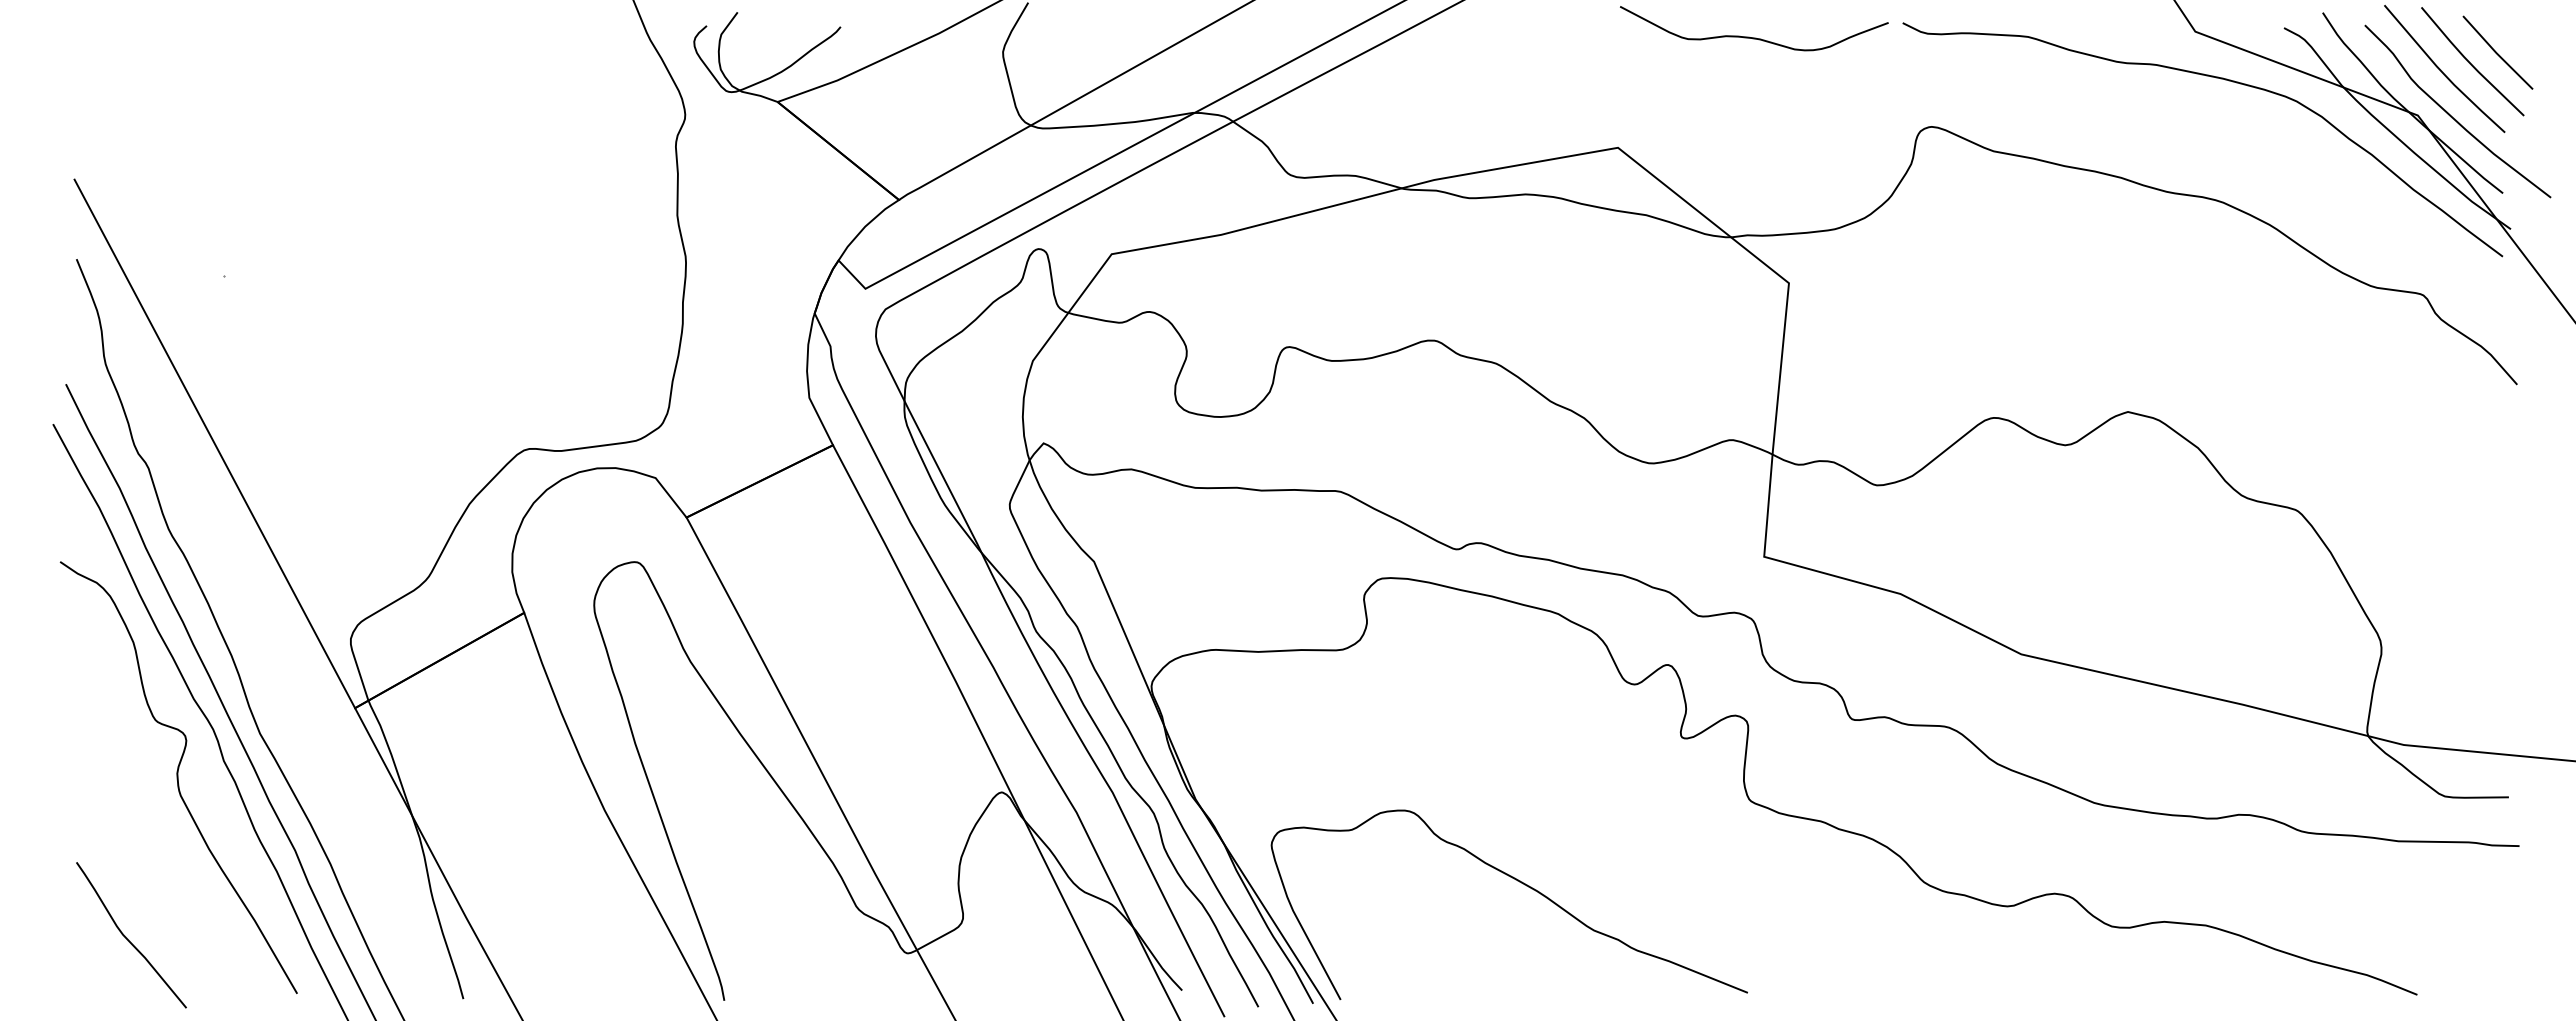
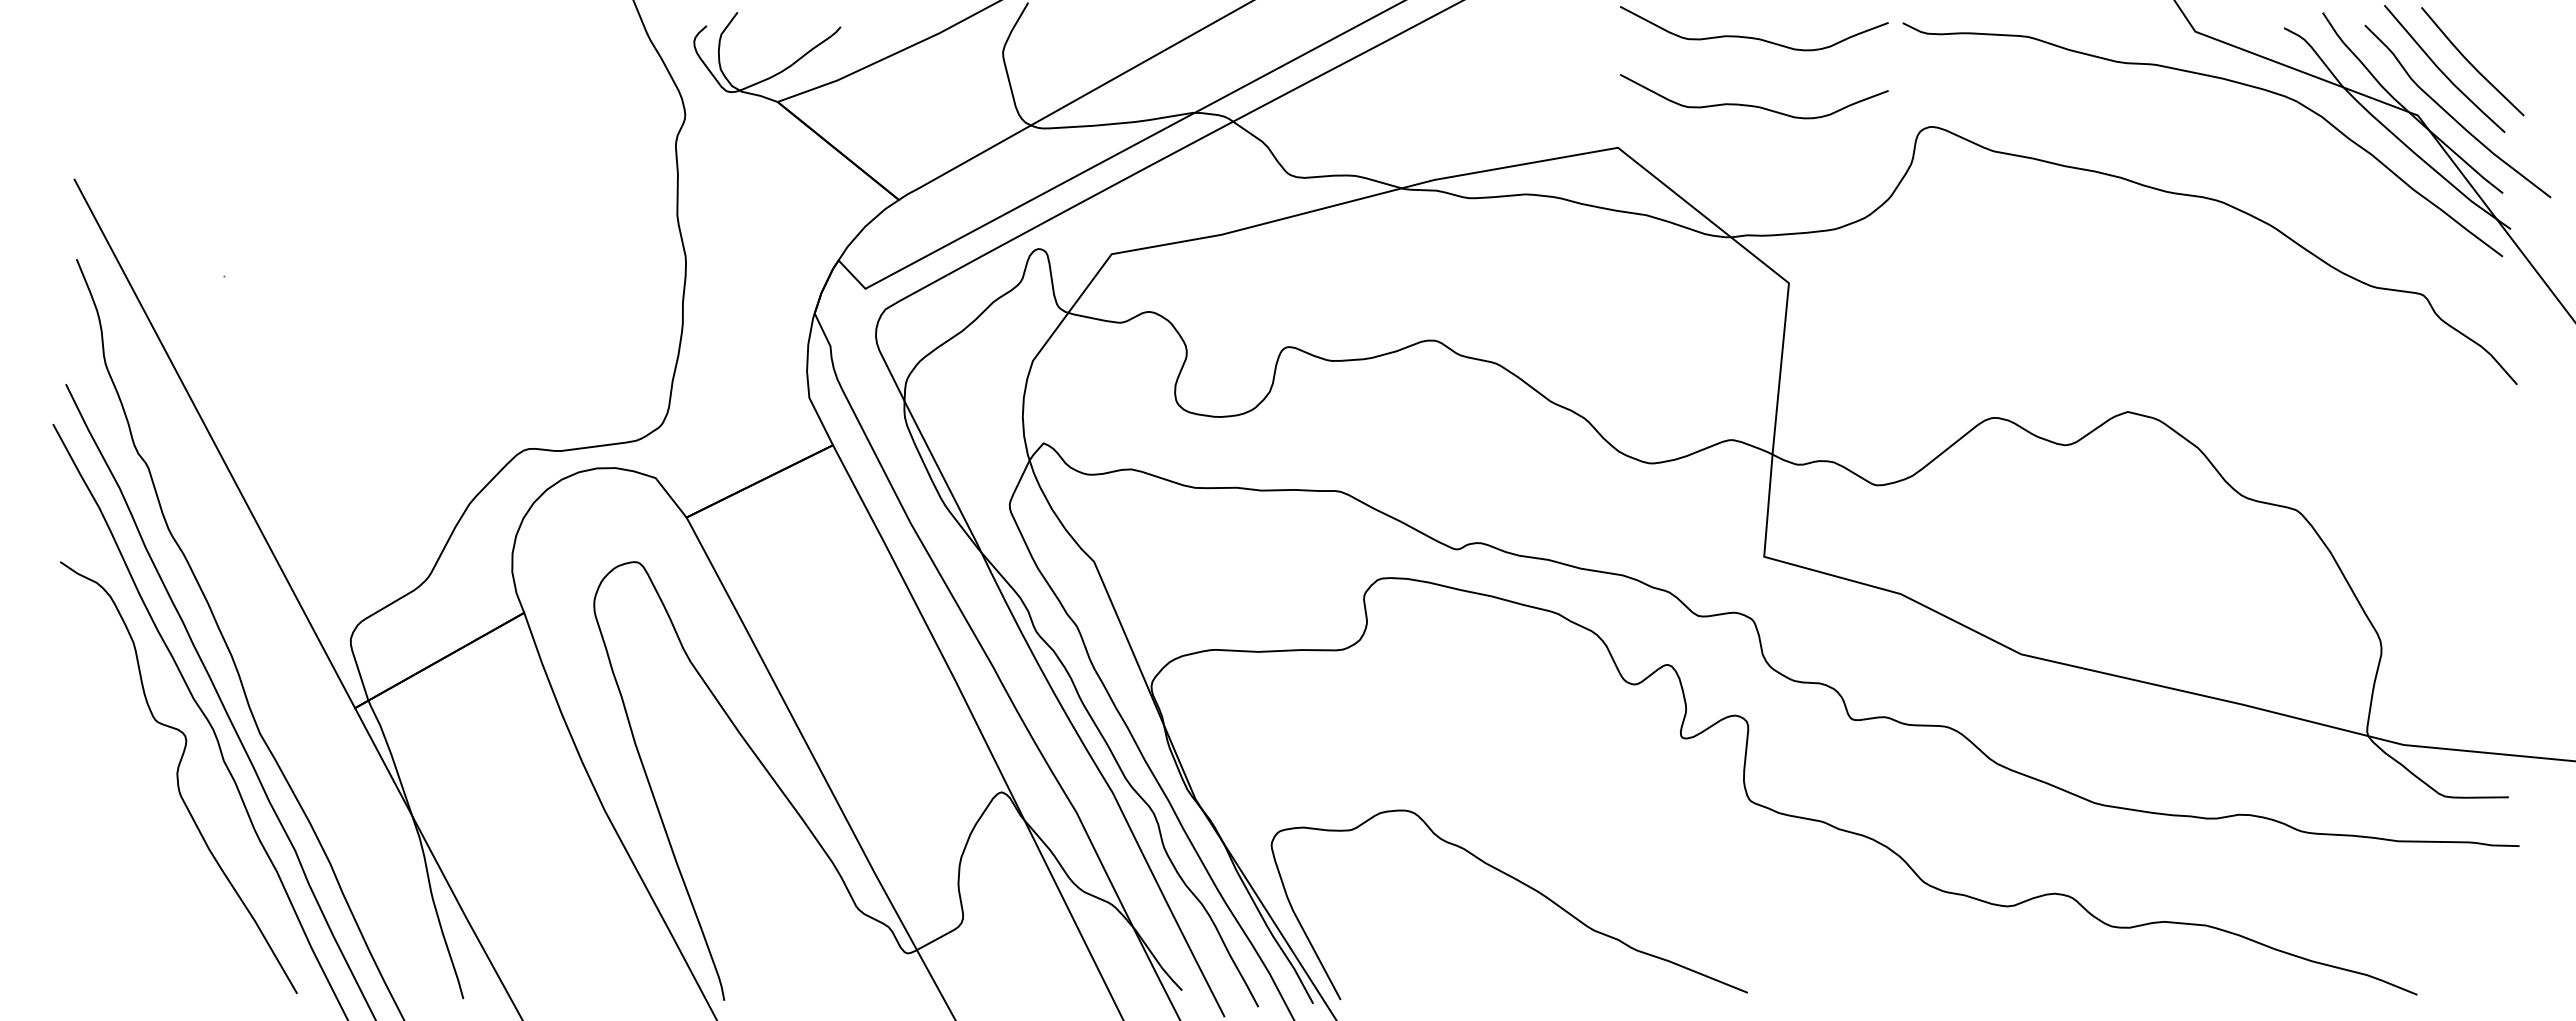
line at (2497, 52): present -> none
curve at (1754, 105): none -> present
curve at (127, 938): present -> none
